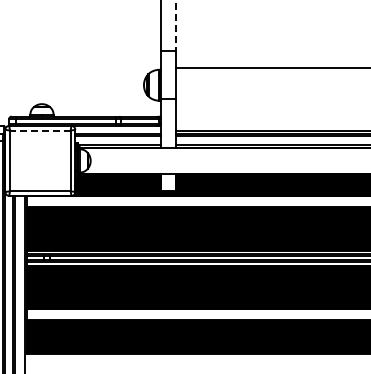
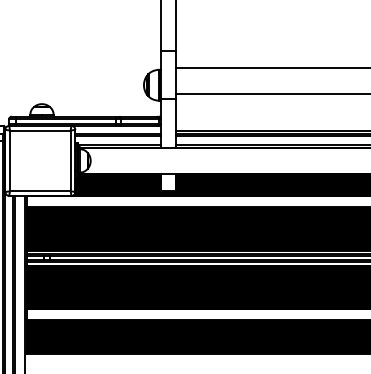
line at (175, 25): dashed -> solid
line at (271, 93): none -> present
line at (39, 130): dashed -> solid
